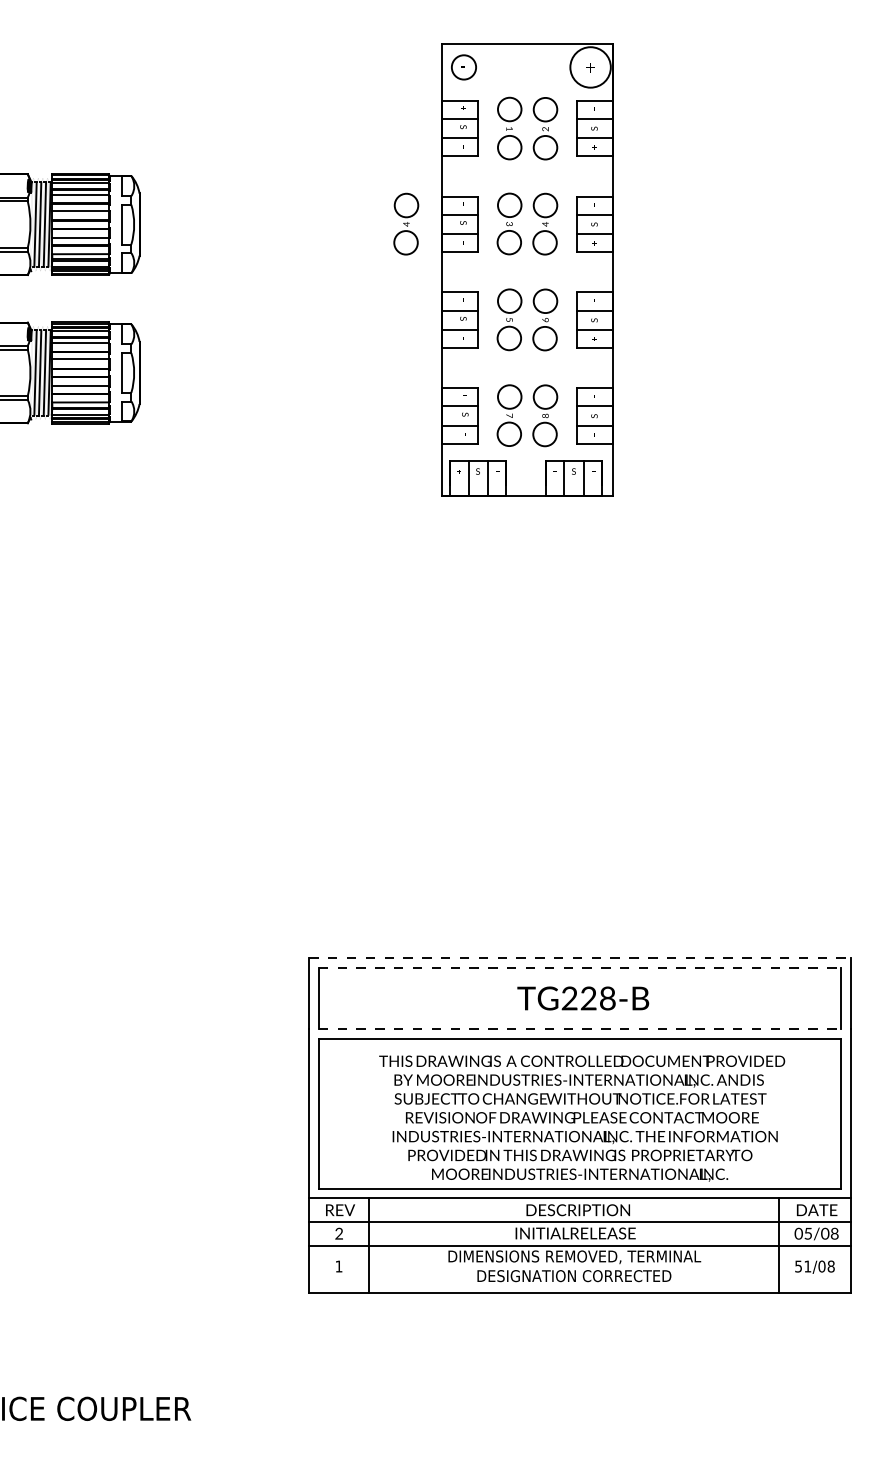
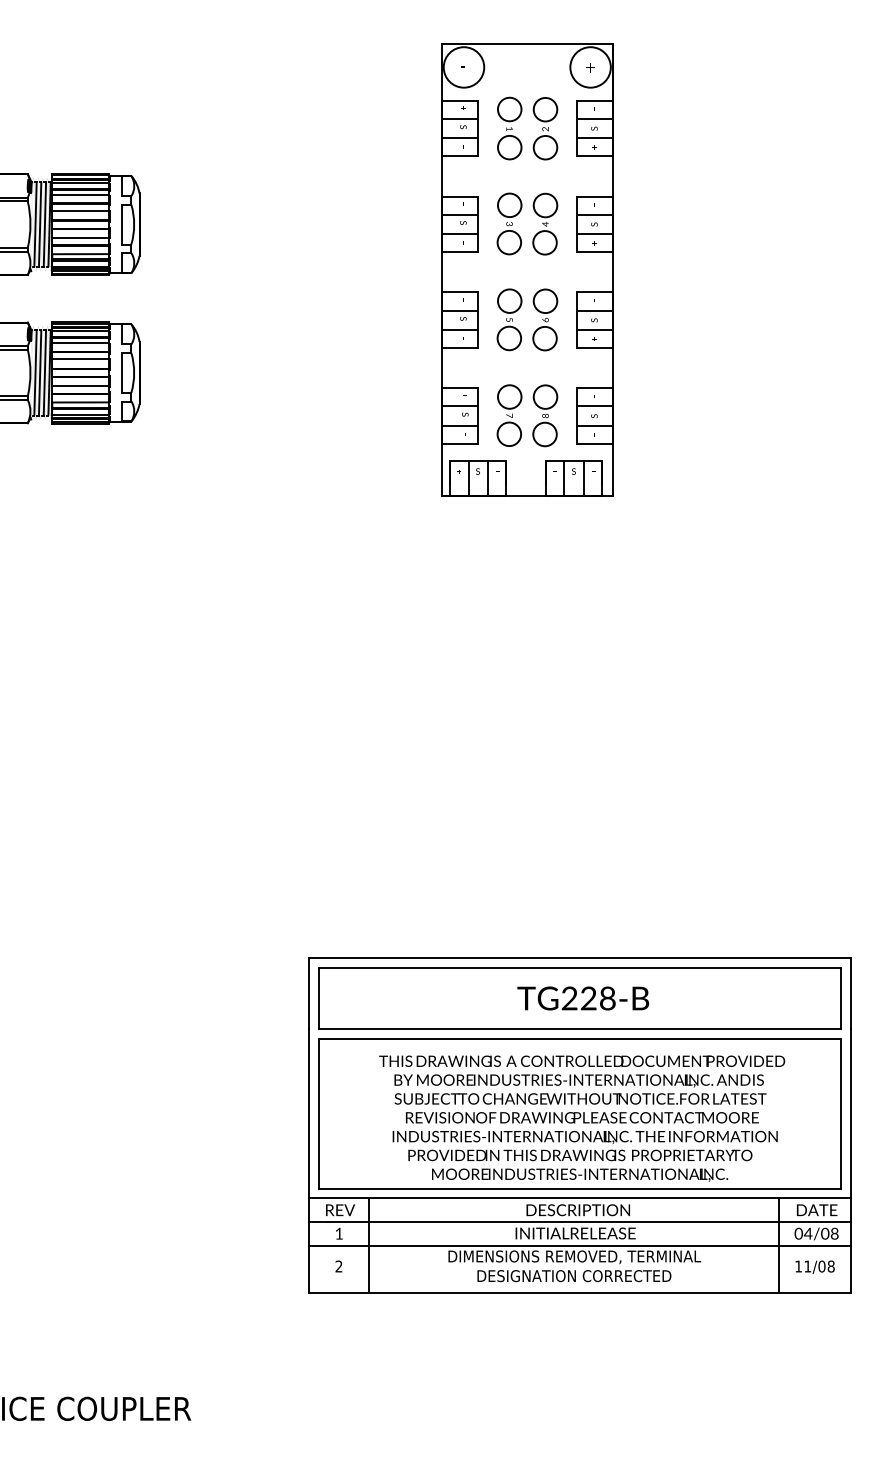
circle at (463, 67) diameter: 24 px -> 40 px
part at (406, 223): present -> none
line at (579, 958): dashed -> solid
line at (580, 968): dashed -> solid
line at (580, 1029): dashed -> solid
text at (338, 1233): 2 -> 1
text at (807, 1233): 05/08 -> 04/08
text at (338, 1266): 1 -> 2
text at (798, 1266): 51/08 -> 11/08
